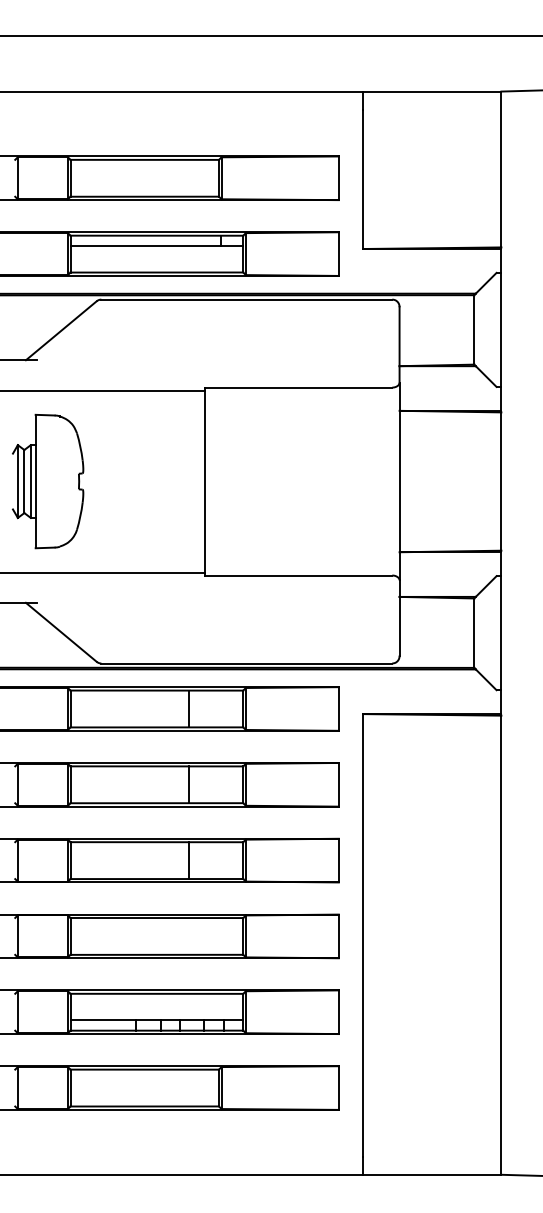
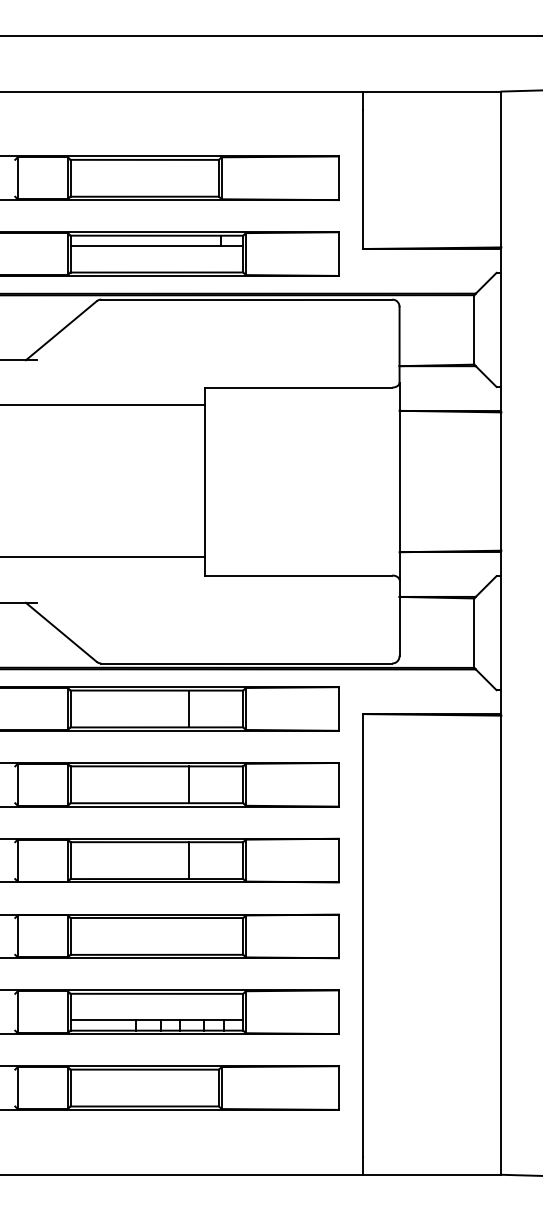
line at (103, 390) position: (103, 390) -> (103, 404)
part at (48, 481): present -> none
line at (103, 572) position: (103, 572) -> (103, 556)
